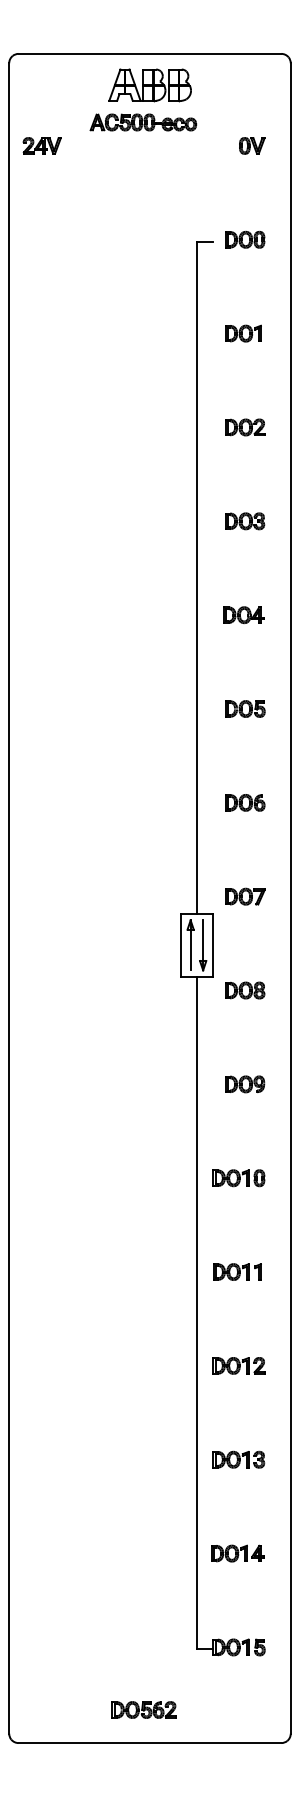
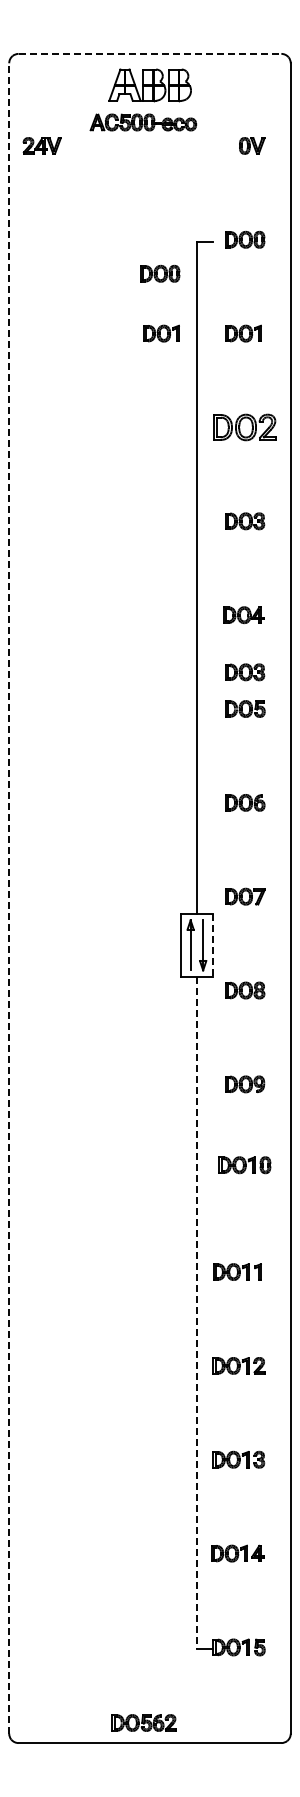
line at (150, 53): solid -> dashed
part at (160, 273): none -> present
part at (161, 333): none -> present
part at (245, 427) size: 41x19 px -> 64x29 px
part at (245, 672): none -> present
line at (9, 897): solid -> dashed
line at (212, 945): solid -> dashed
part at (238, 1178) position: (238, 1178) -> (244, 1165)
line at (196, 1313): solid -> dashed
part at (143, 1709) position: (143, 1709) -> (143, 1722)
